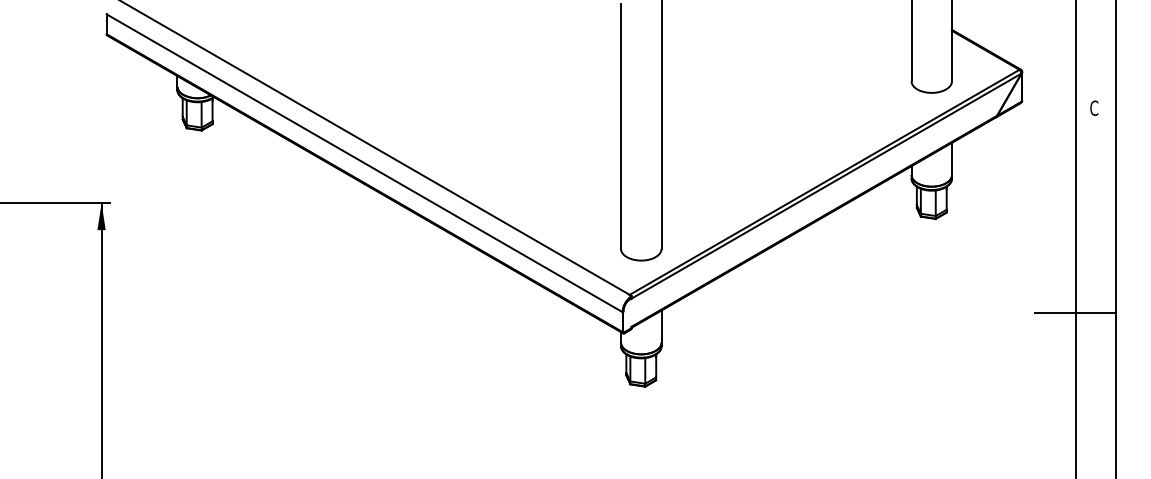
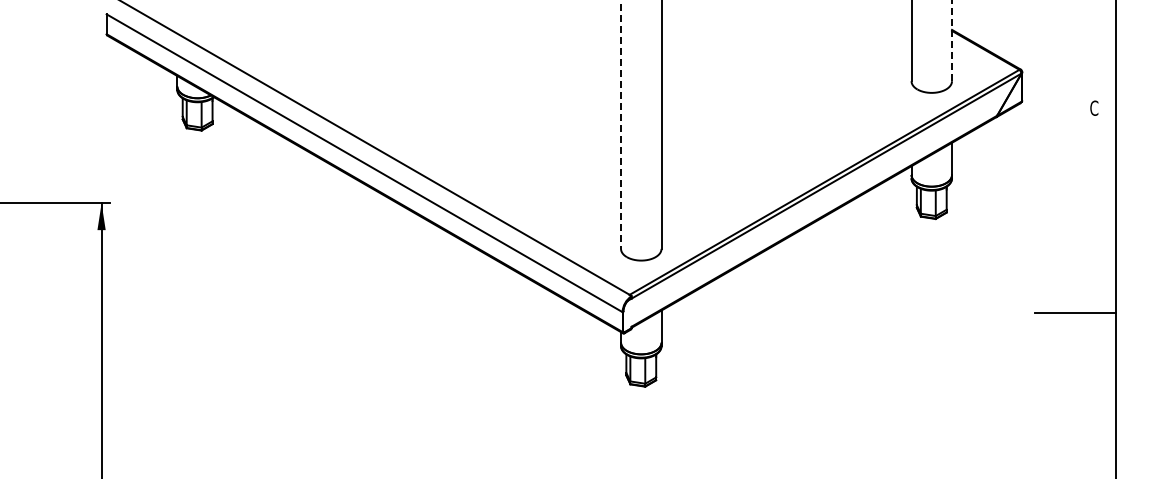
line at (952, 40): solid -> dashed
line at (621, 127): solid -> dashed
line at (1075, 238): present -> none
